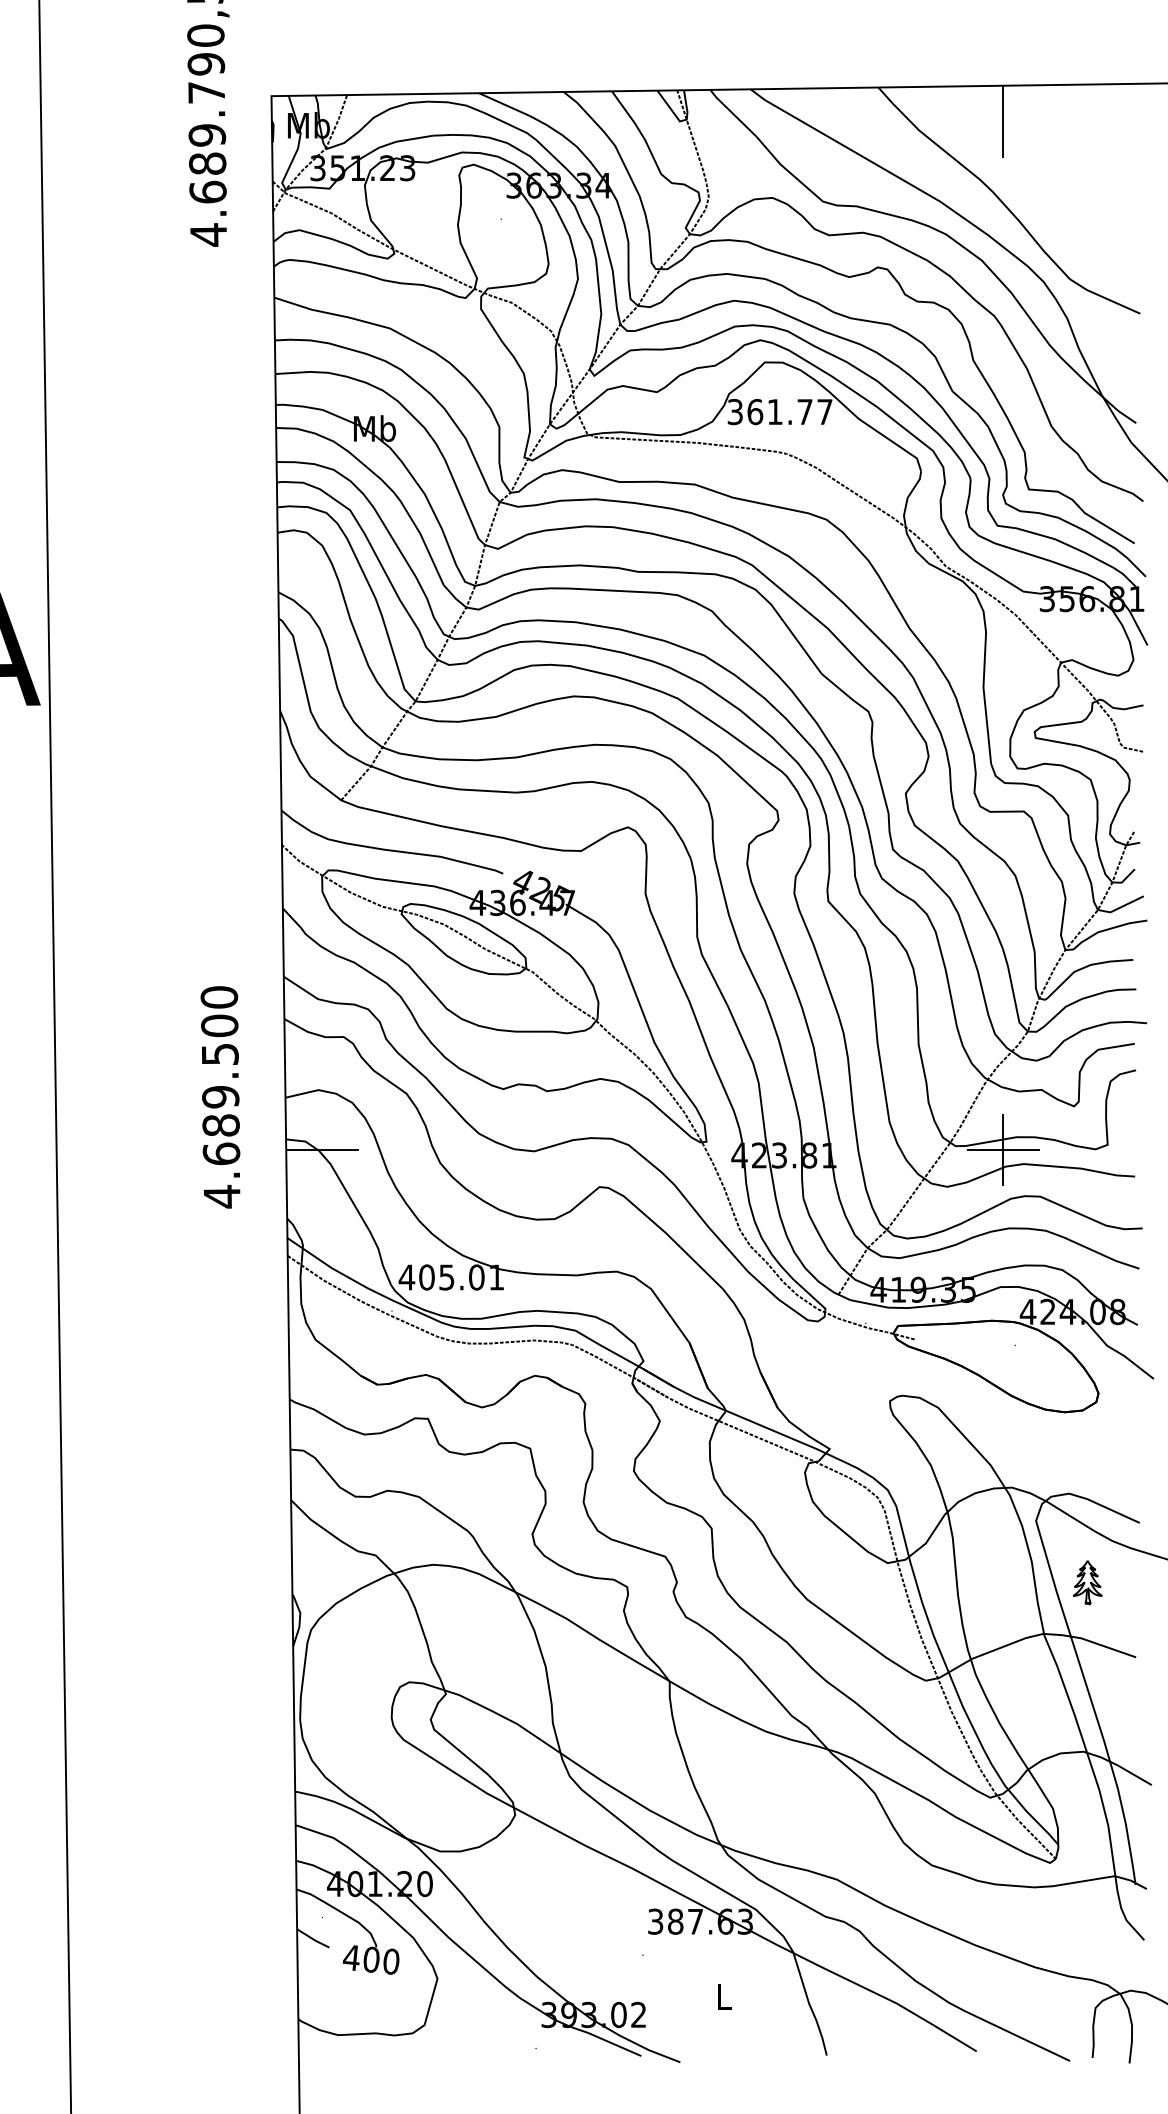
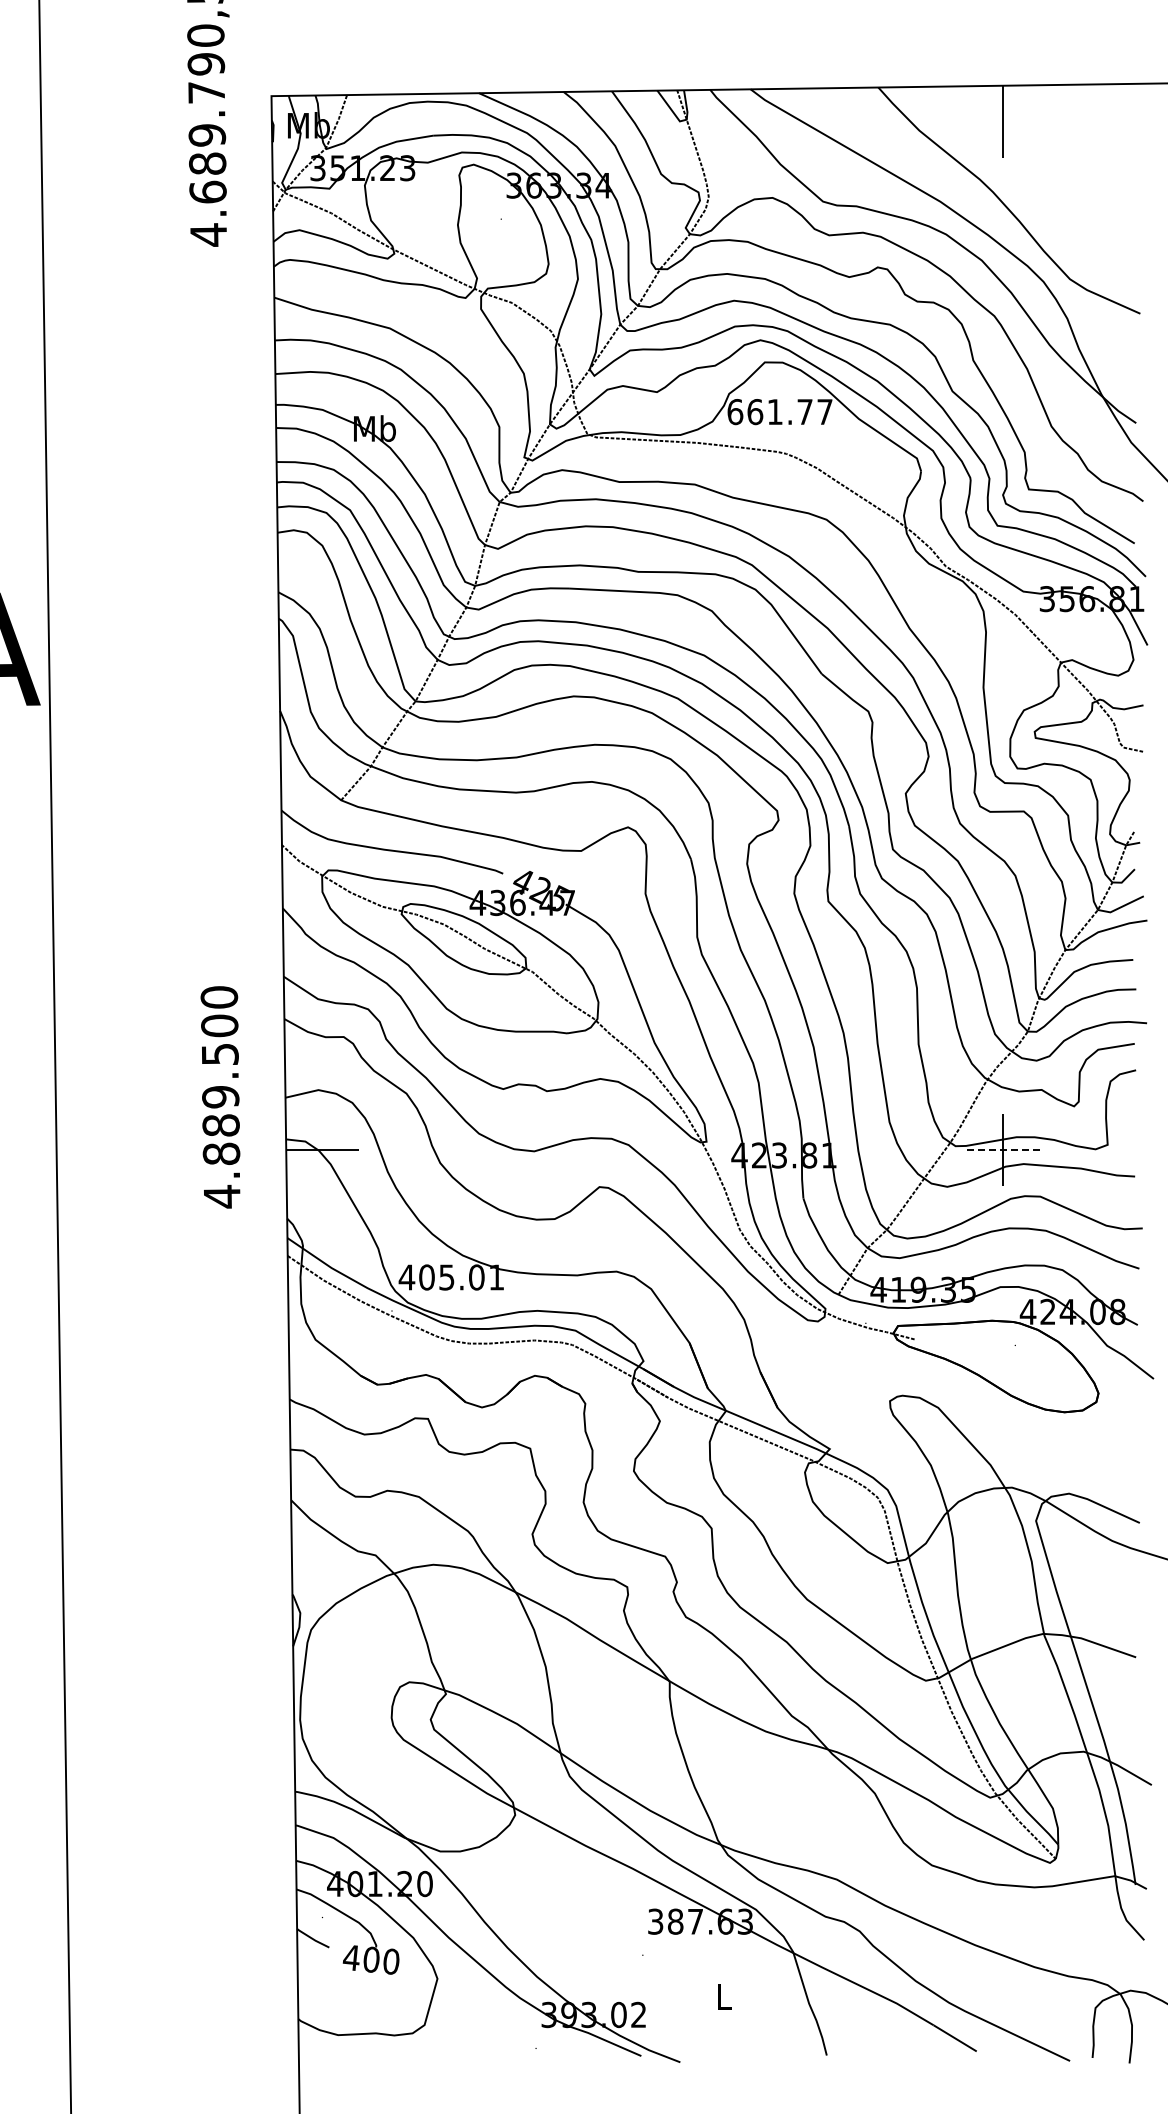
text at (735, 412): 361.77 -> 661.77
line at (1003, 1150): solid -> dashed
text at (221, 1153): 4.689.500 -> 4.889.500
part at (1087, 1582): present -> none
